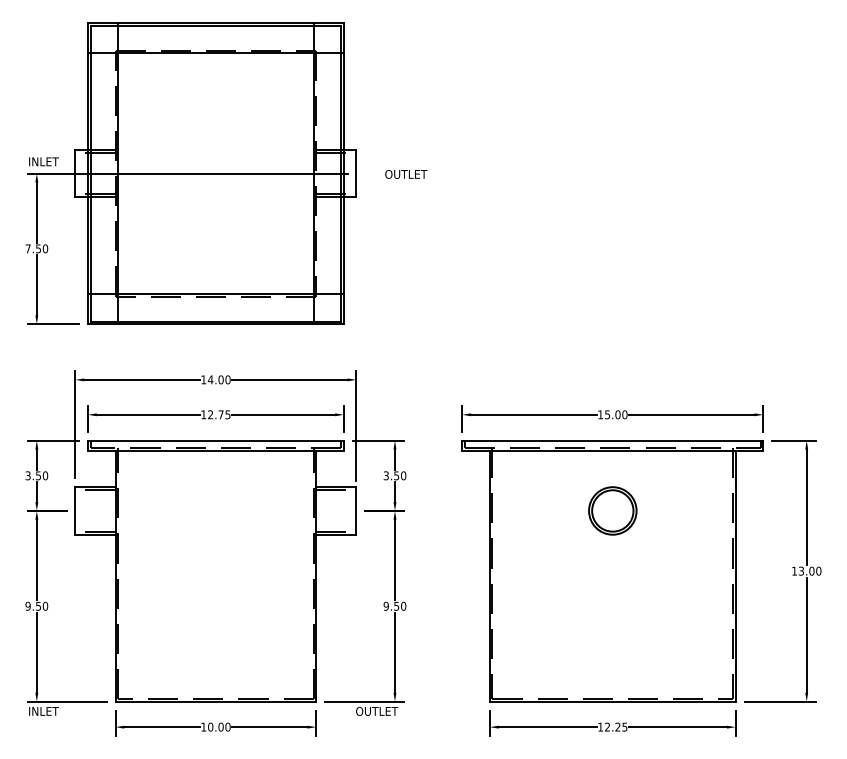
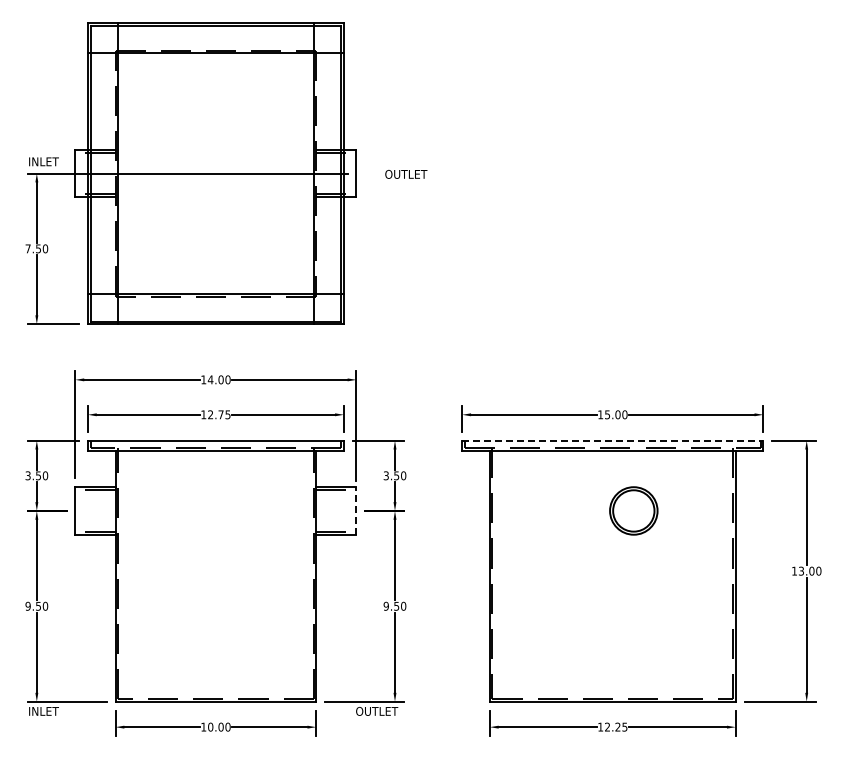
line at (612, 440): solid -> dashed
line at (356, 510): solid -> dashed
part at (612, 510) position: (612, 510) -> (633, 510)
